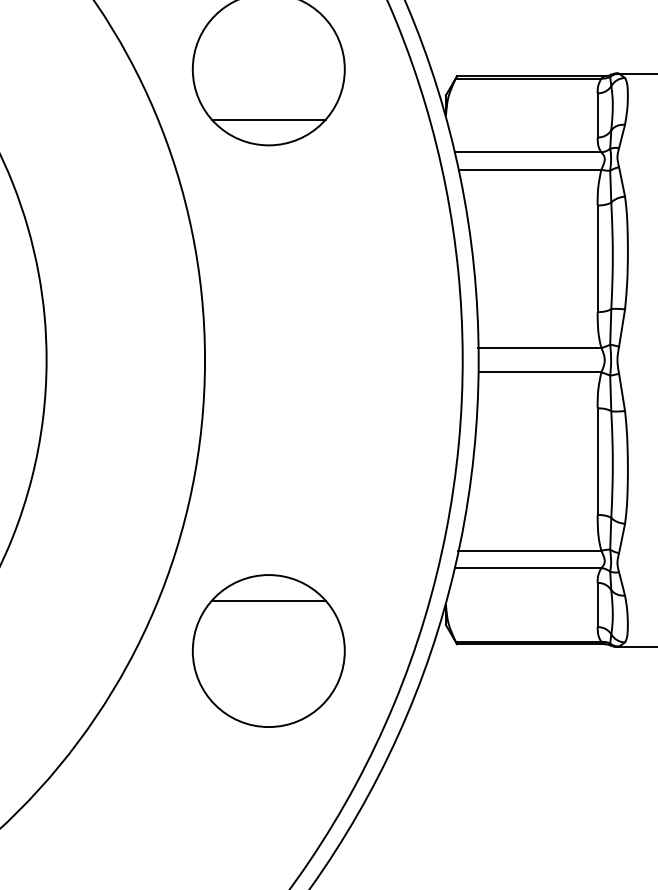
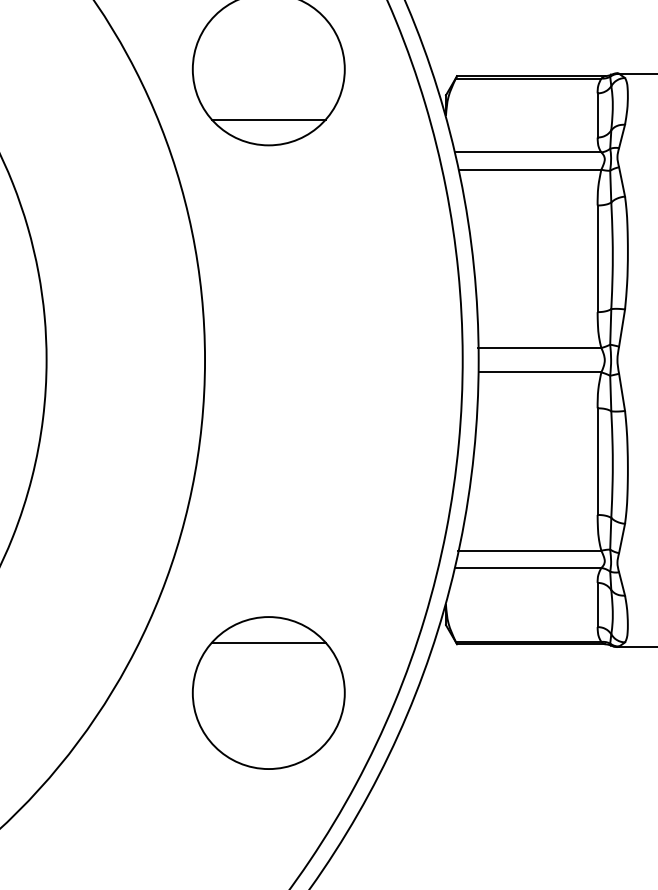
part at (268, 650) position: (268, 650) -> (268, 692)
